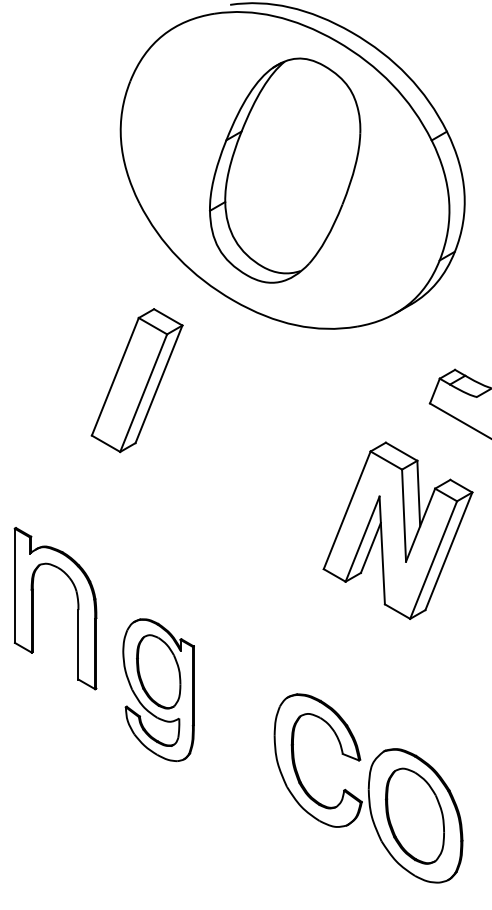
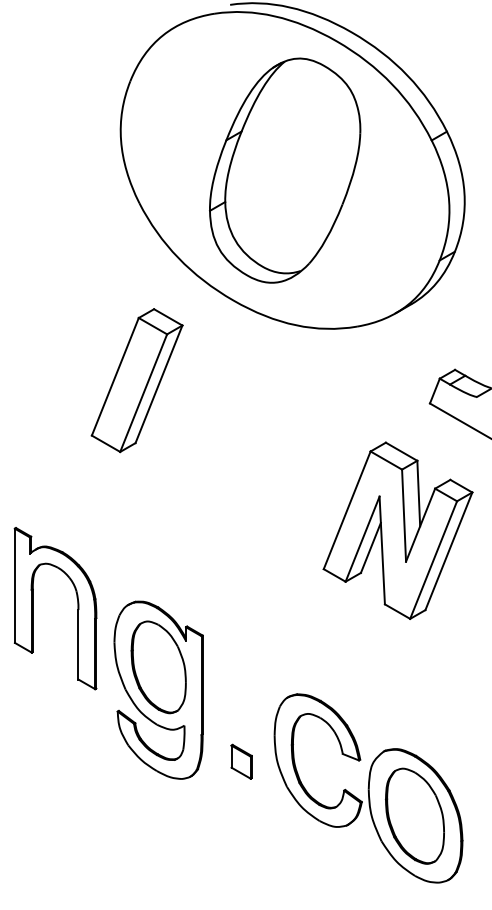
part at (158, 689) size: 73x144 px -> 91x180 px
part at (241, 761): none -> present
